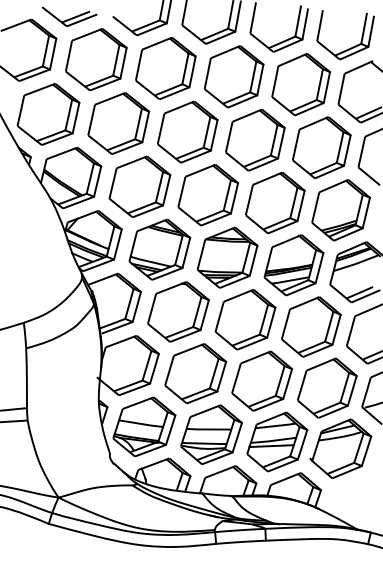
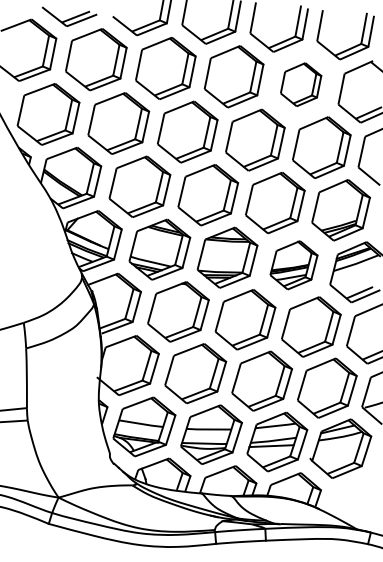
part at (300, 84) size: 60x64 px -> 43x45 px
part at (293, 265) size: 62x63 px -> 50x51 px
